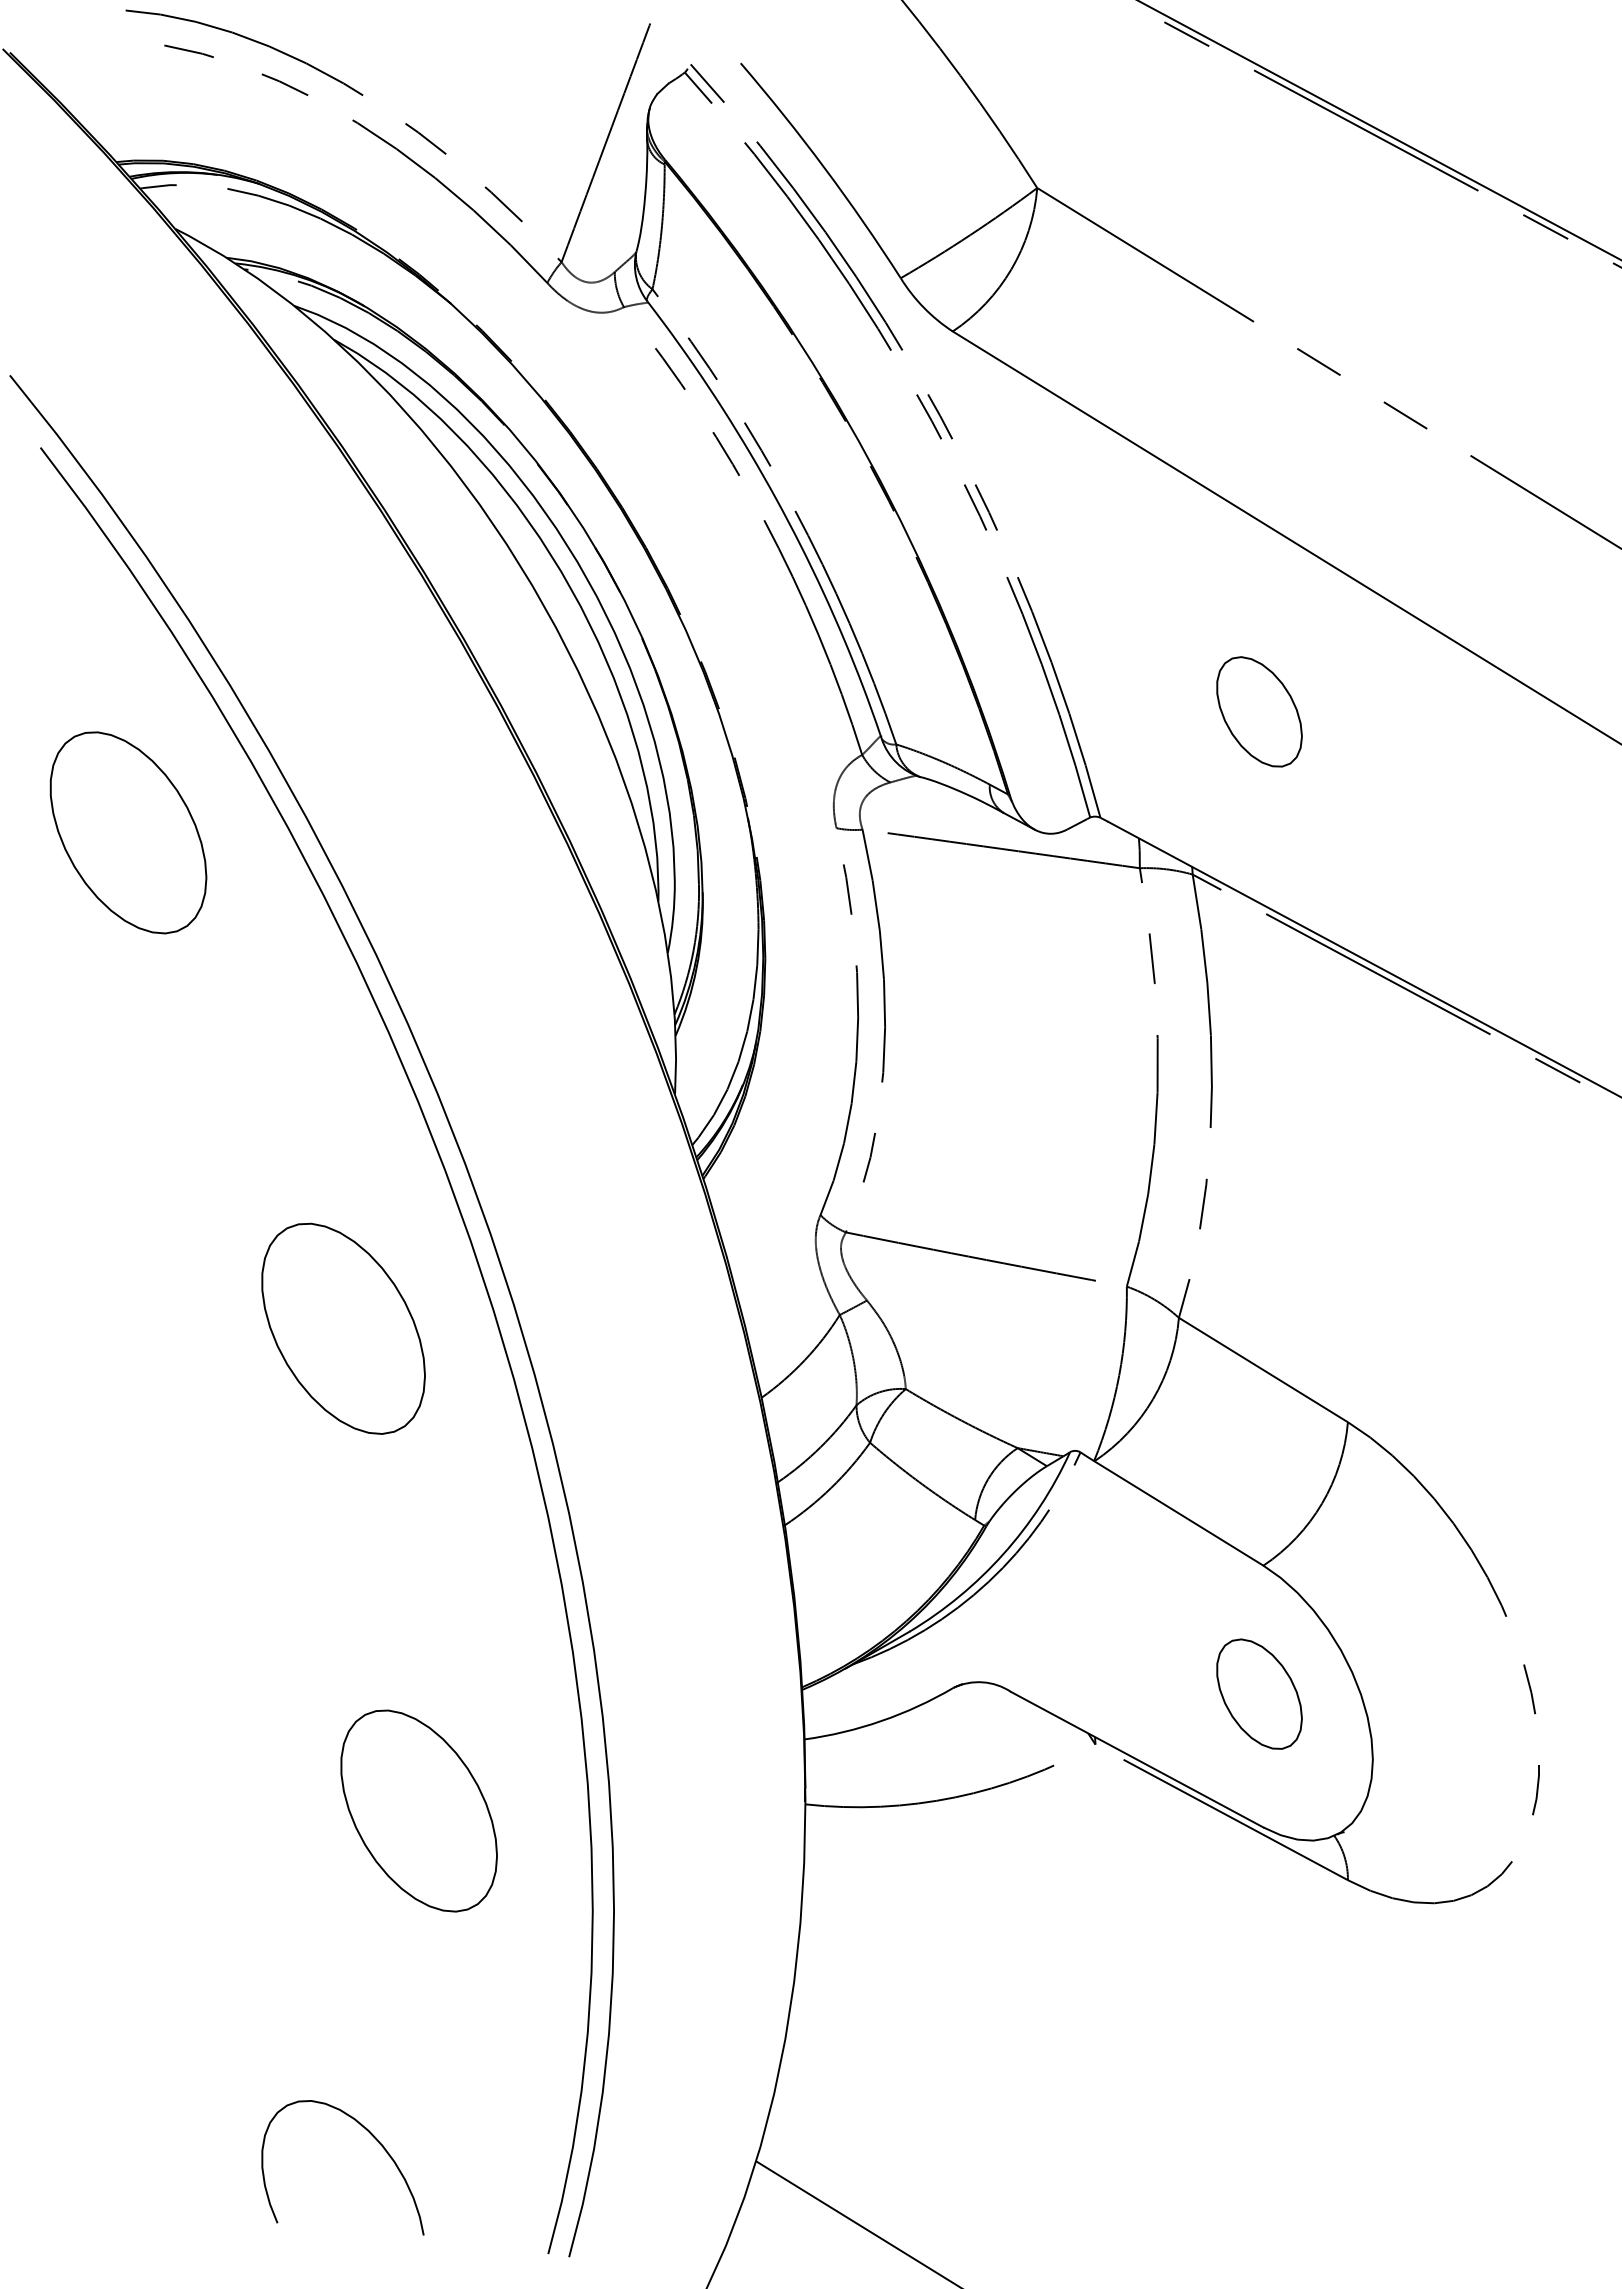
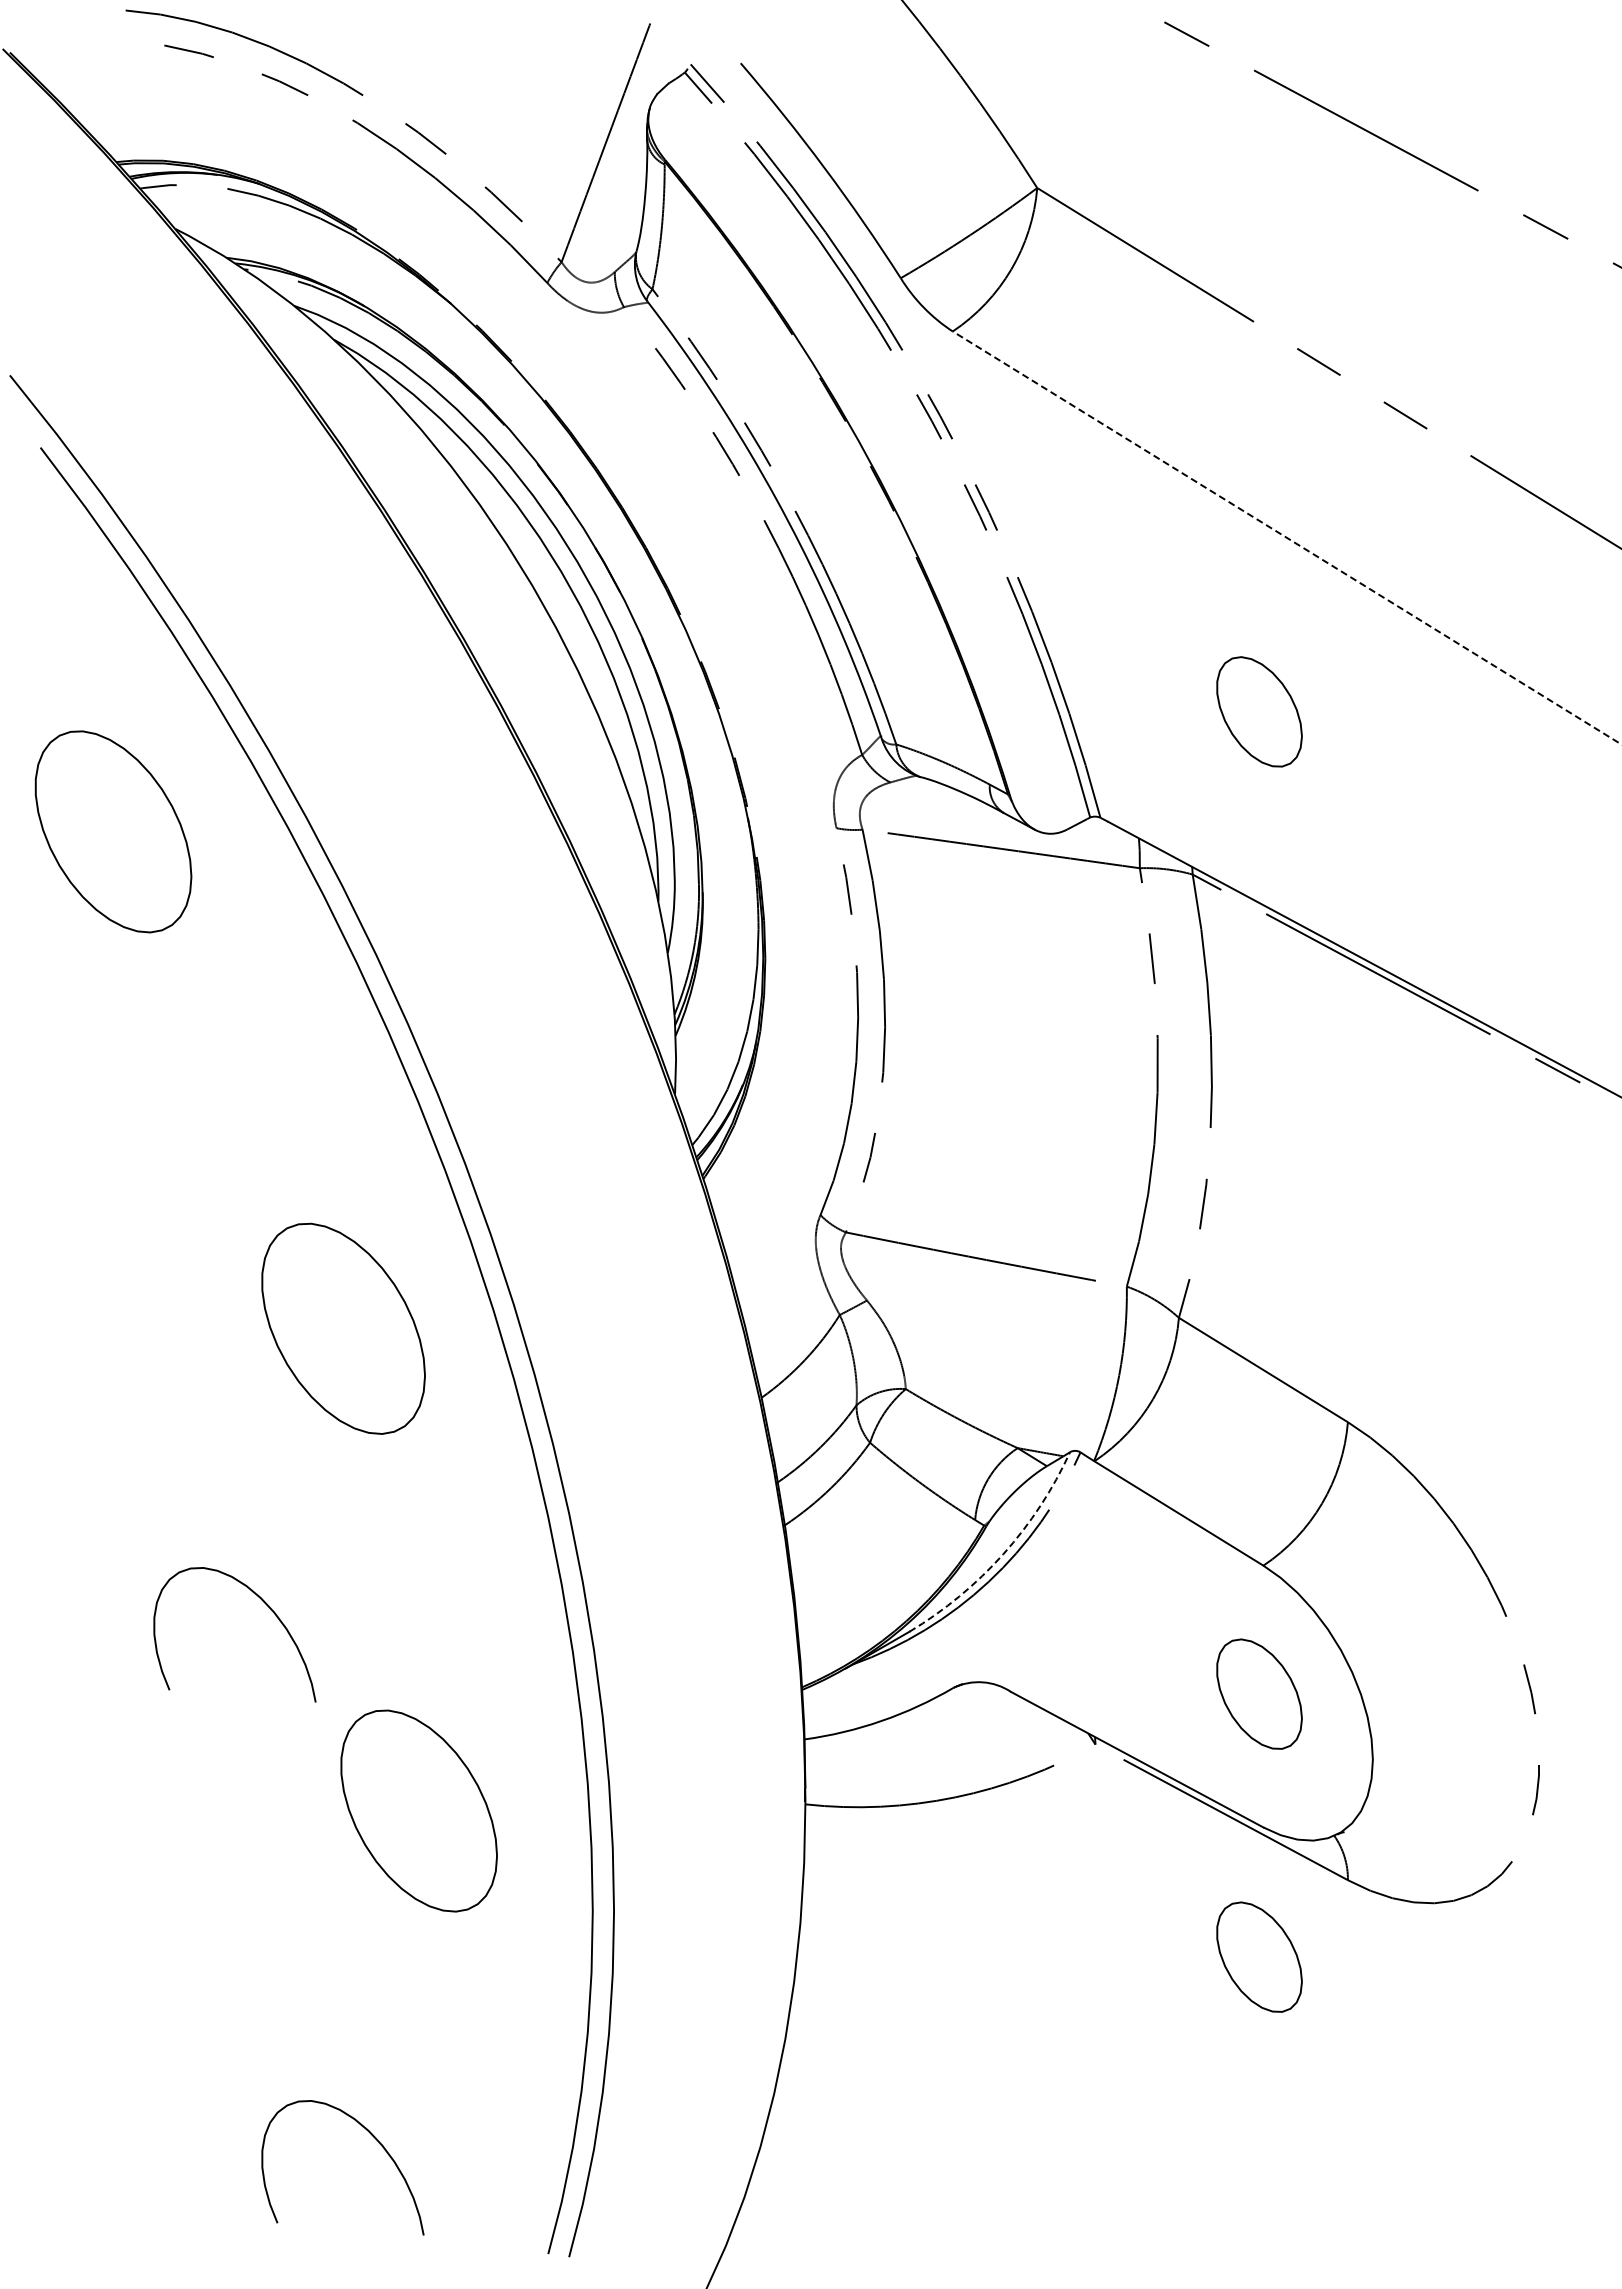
line at (1379, 130): present -> none
line at (1287, 537): solid -> dashed
part at (128, 832) position: (128, 832) -> (113, 831)
arc at (1003, 1554): solid -> dashed
curve at (264, 1603): none -> present
part at (1259, 1956): none -> present
line at (856, 2223): present -> none
